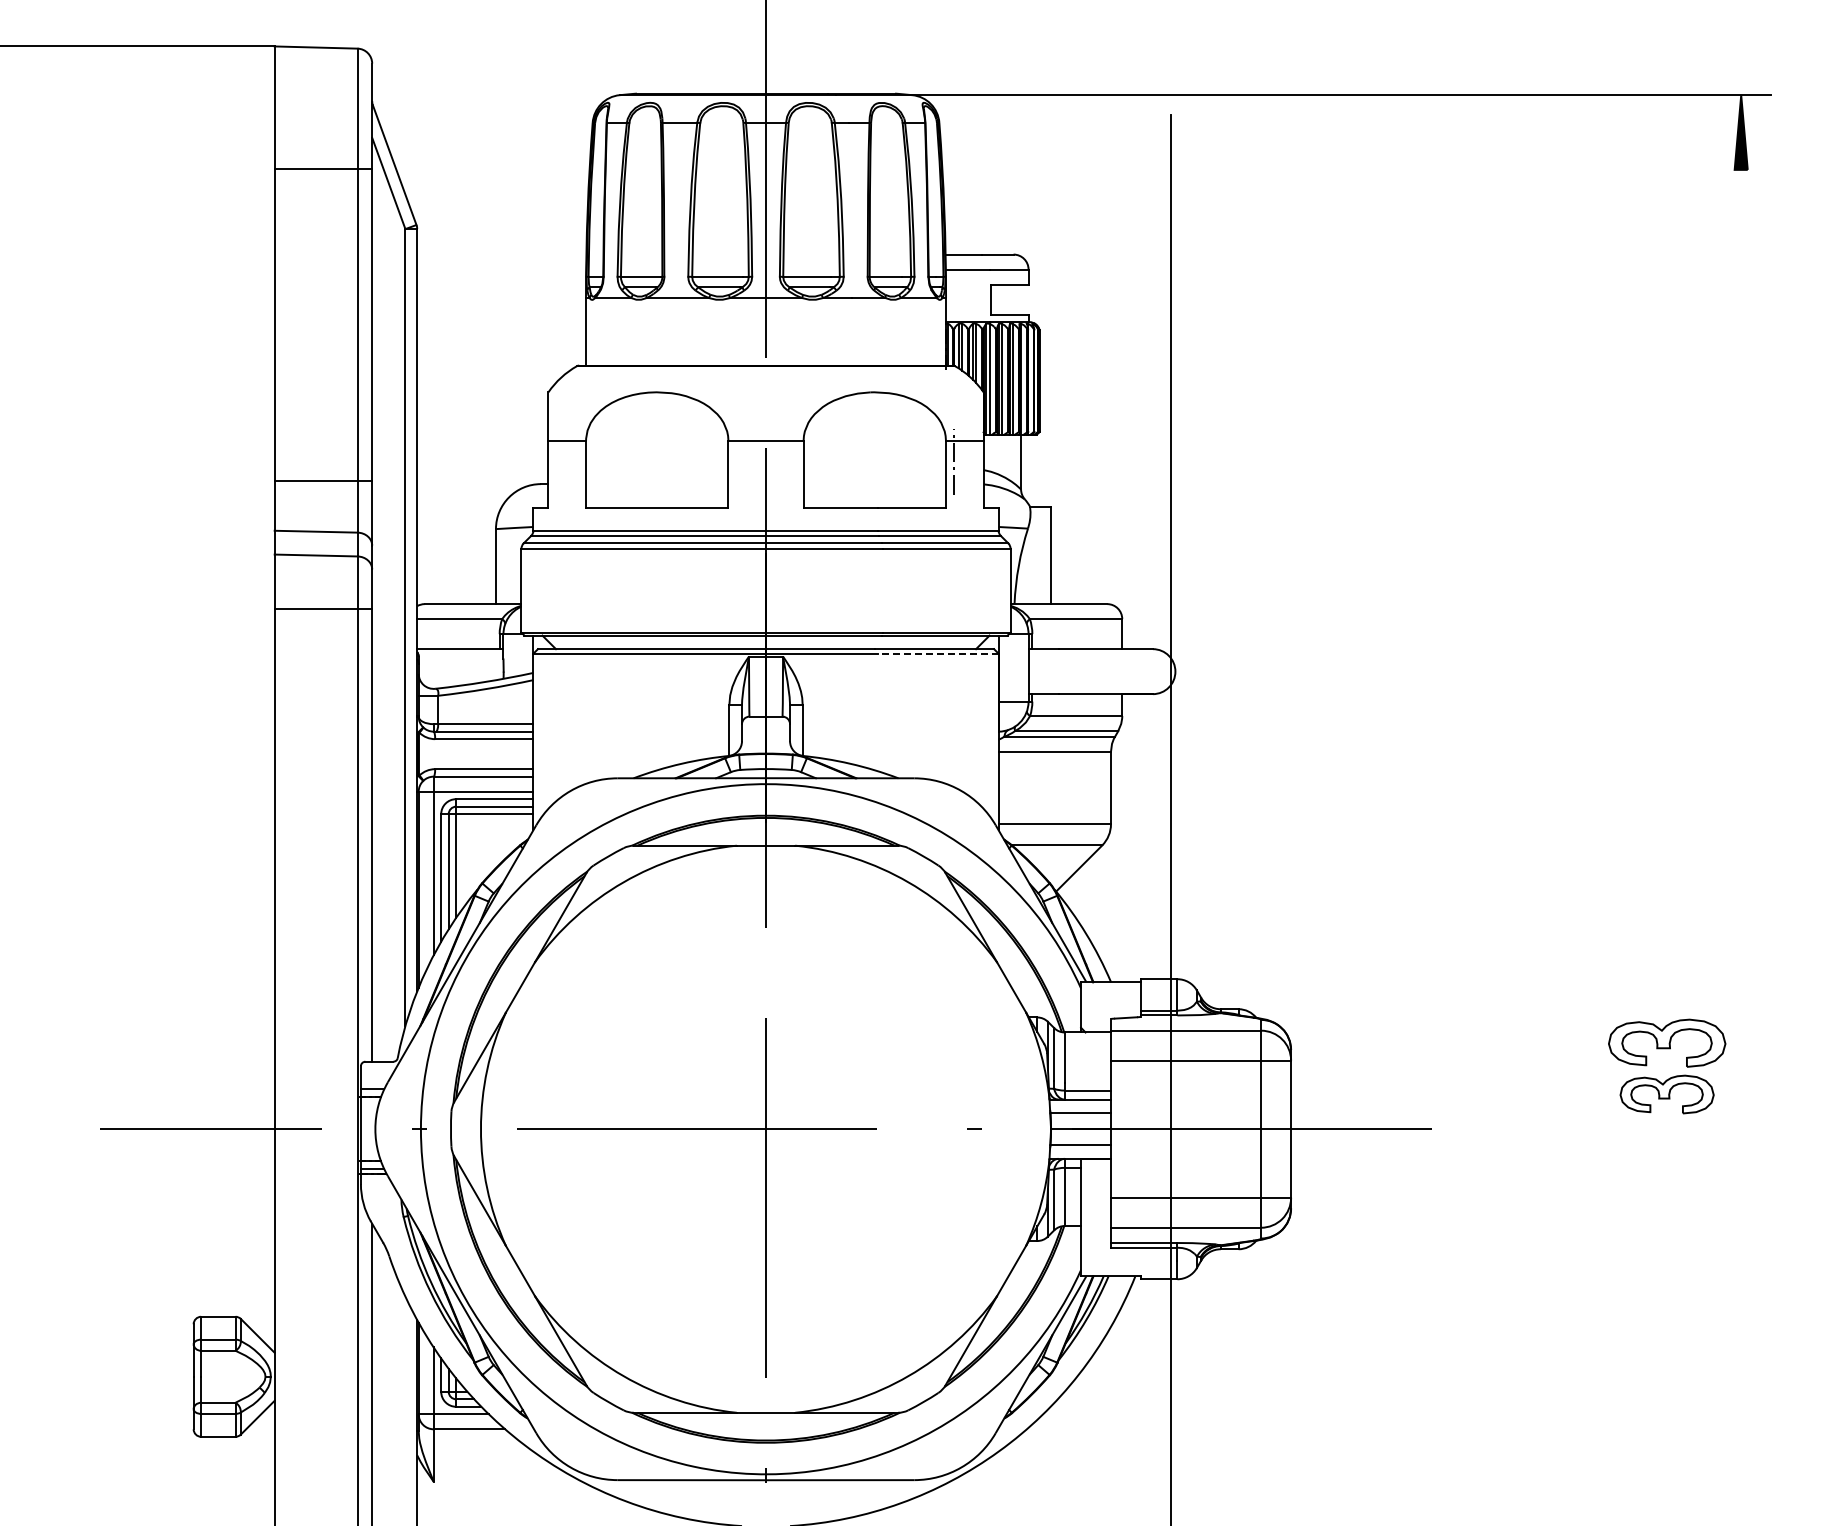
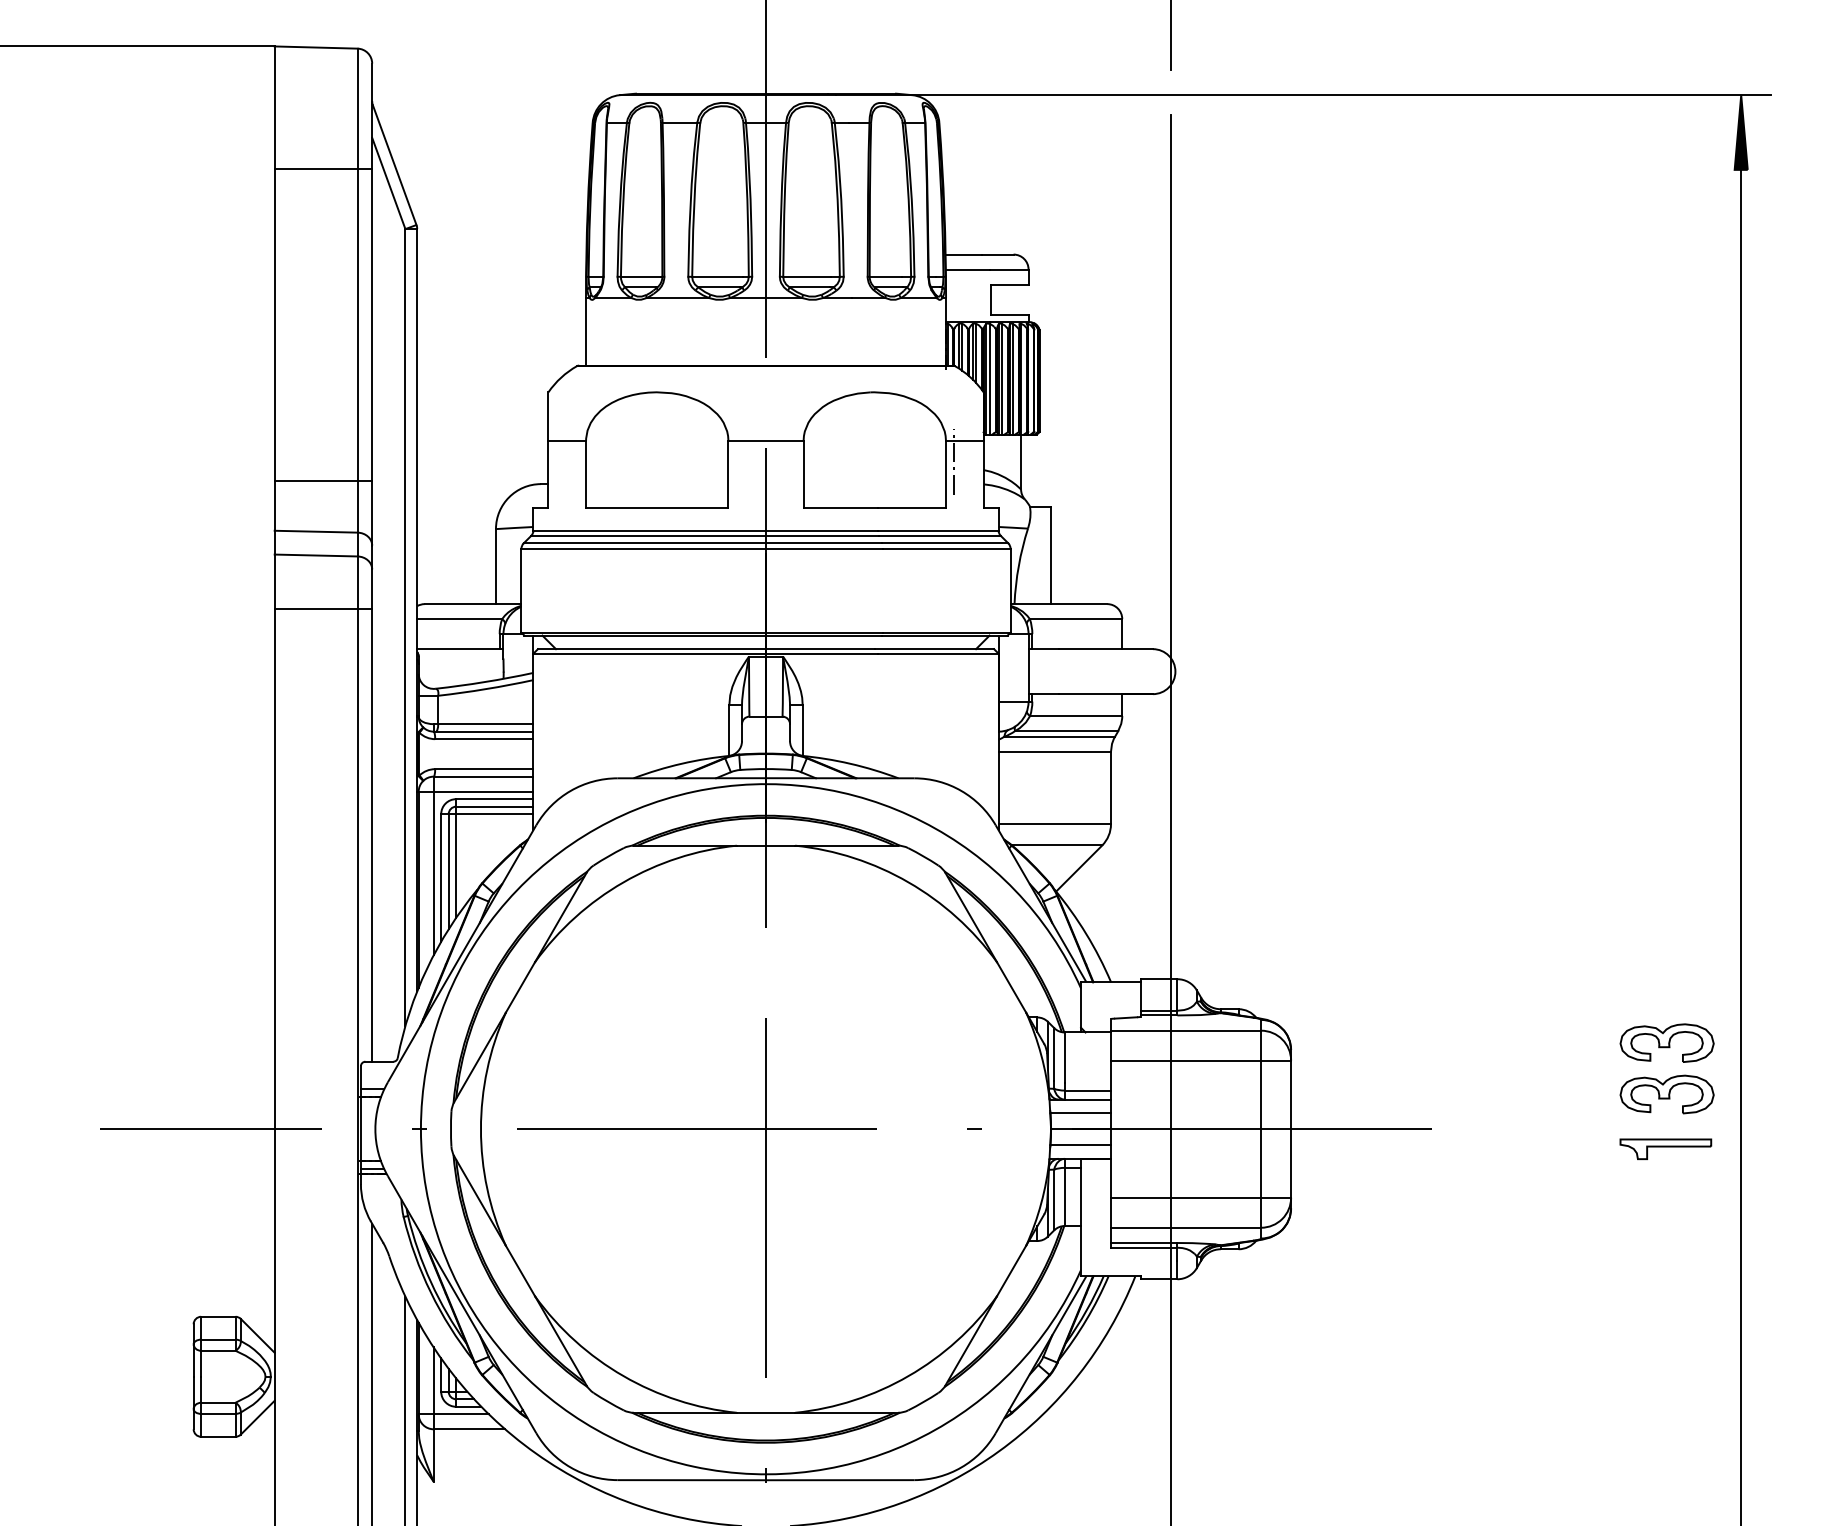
line at (1171, 36): none -> present
line at (938, 653): dashed -> solid
line at (1741, 845): none -> present
part at (1667, 1042) size: 119x50 px -> 96x40 px
part at (1665, 1148): none -> present
line at (405, 1409): none -> present
